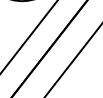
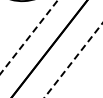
line at (29, 37): solid -> dashed
line at (73, 60): solid -> dashed
